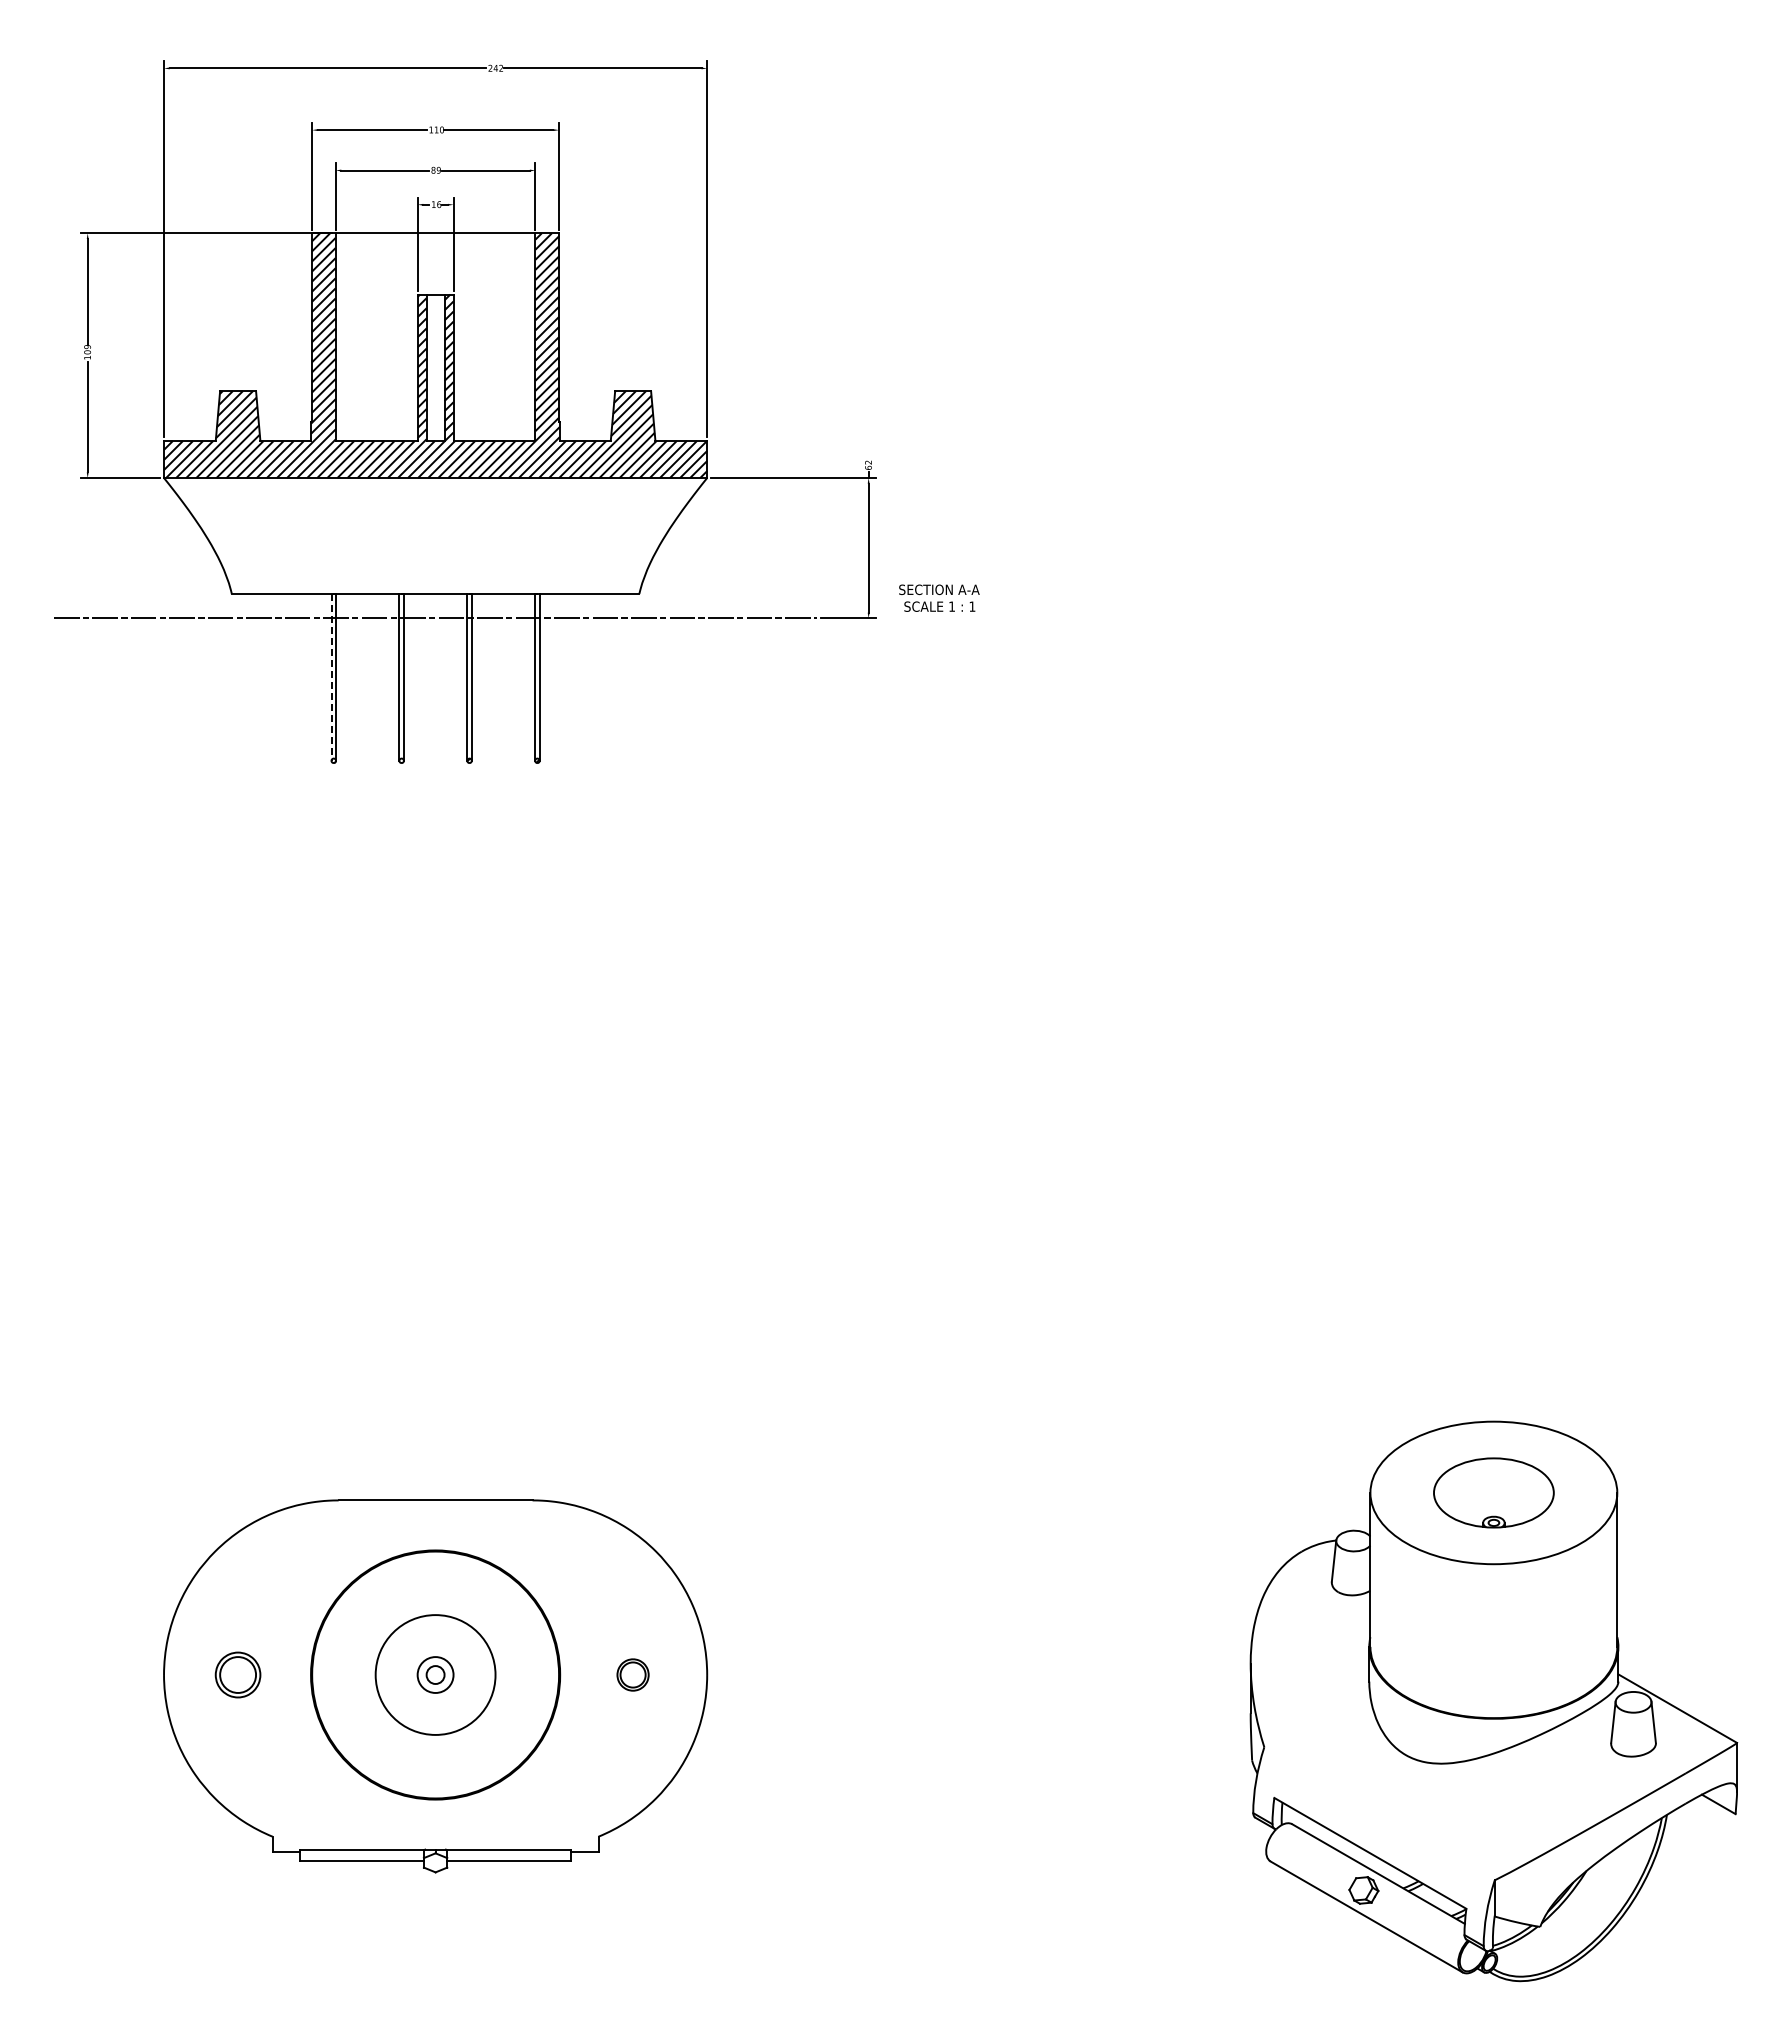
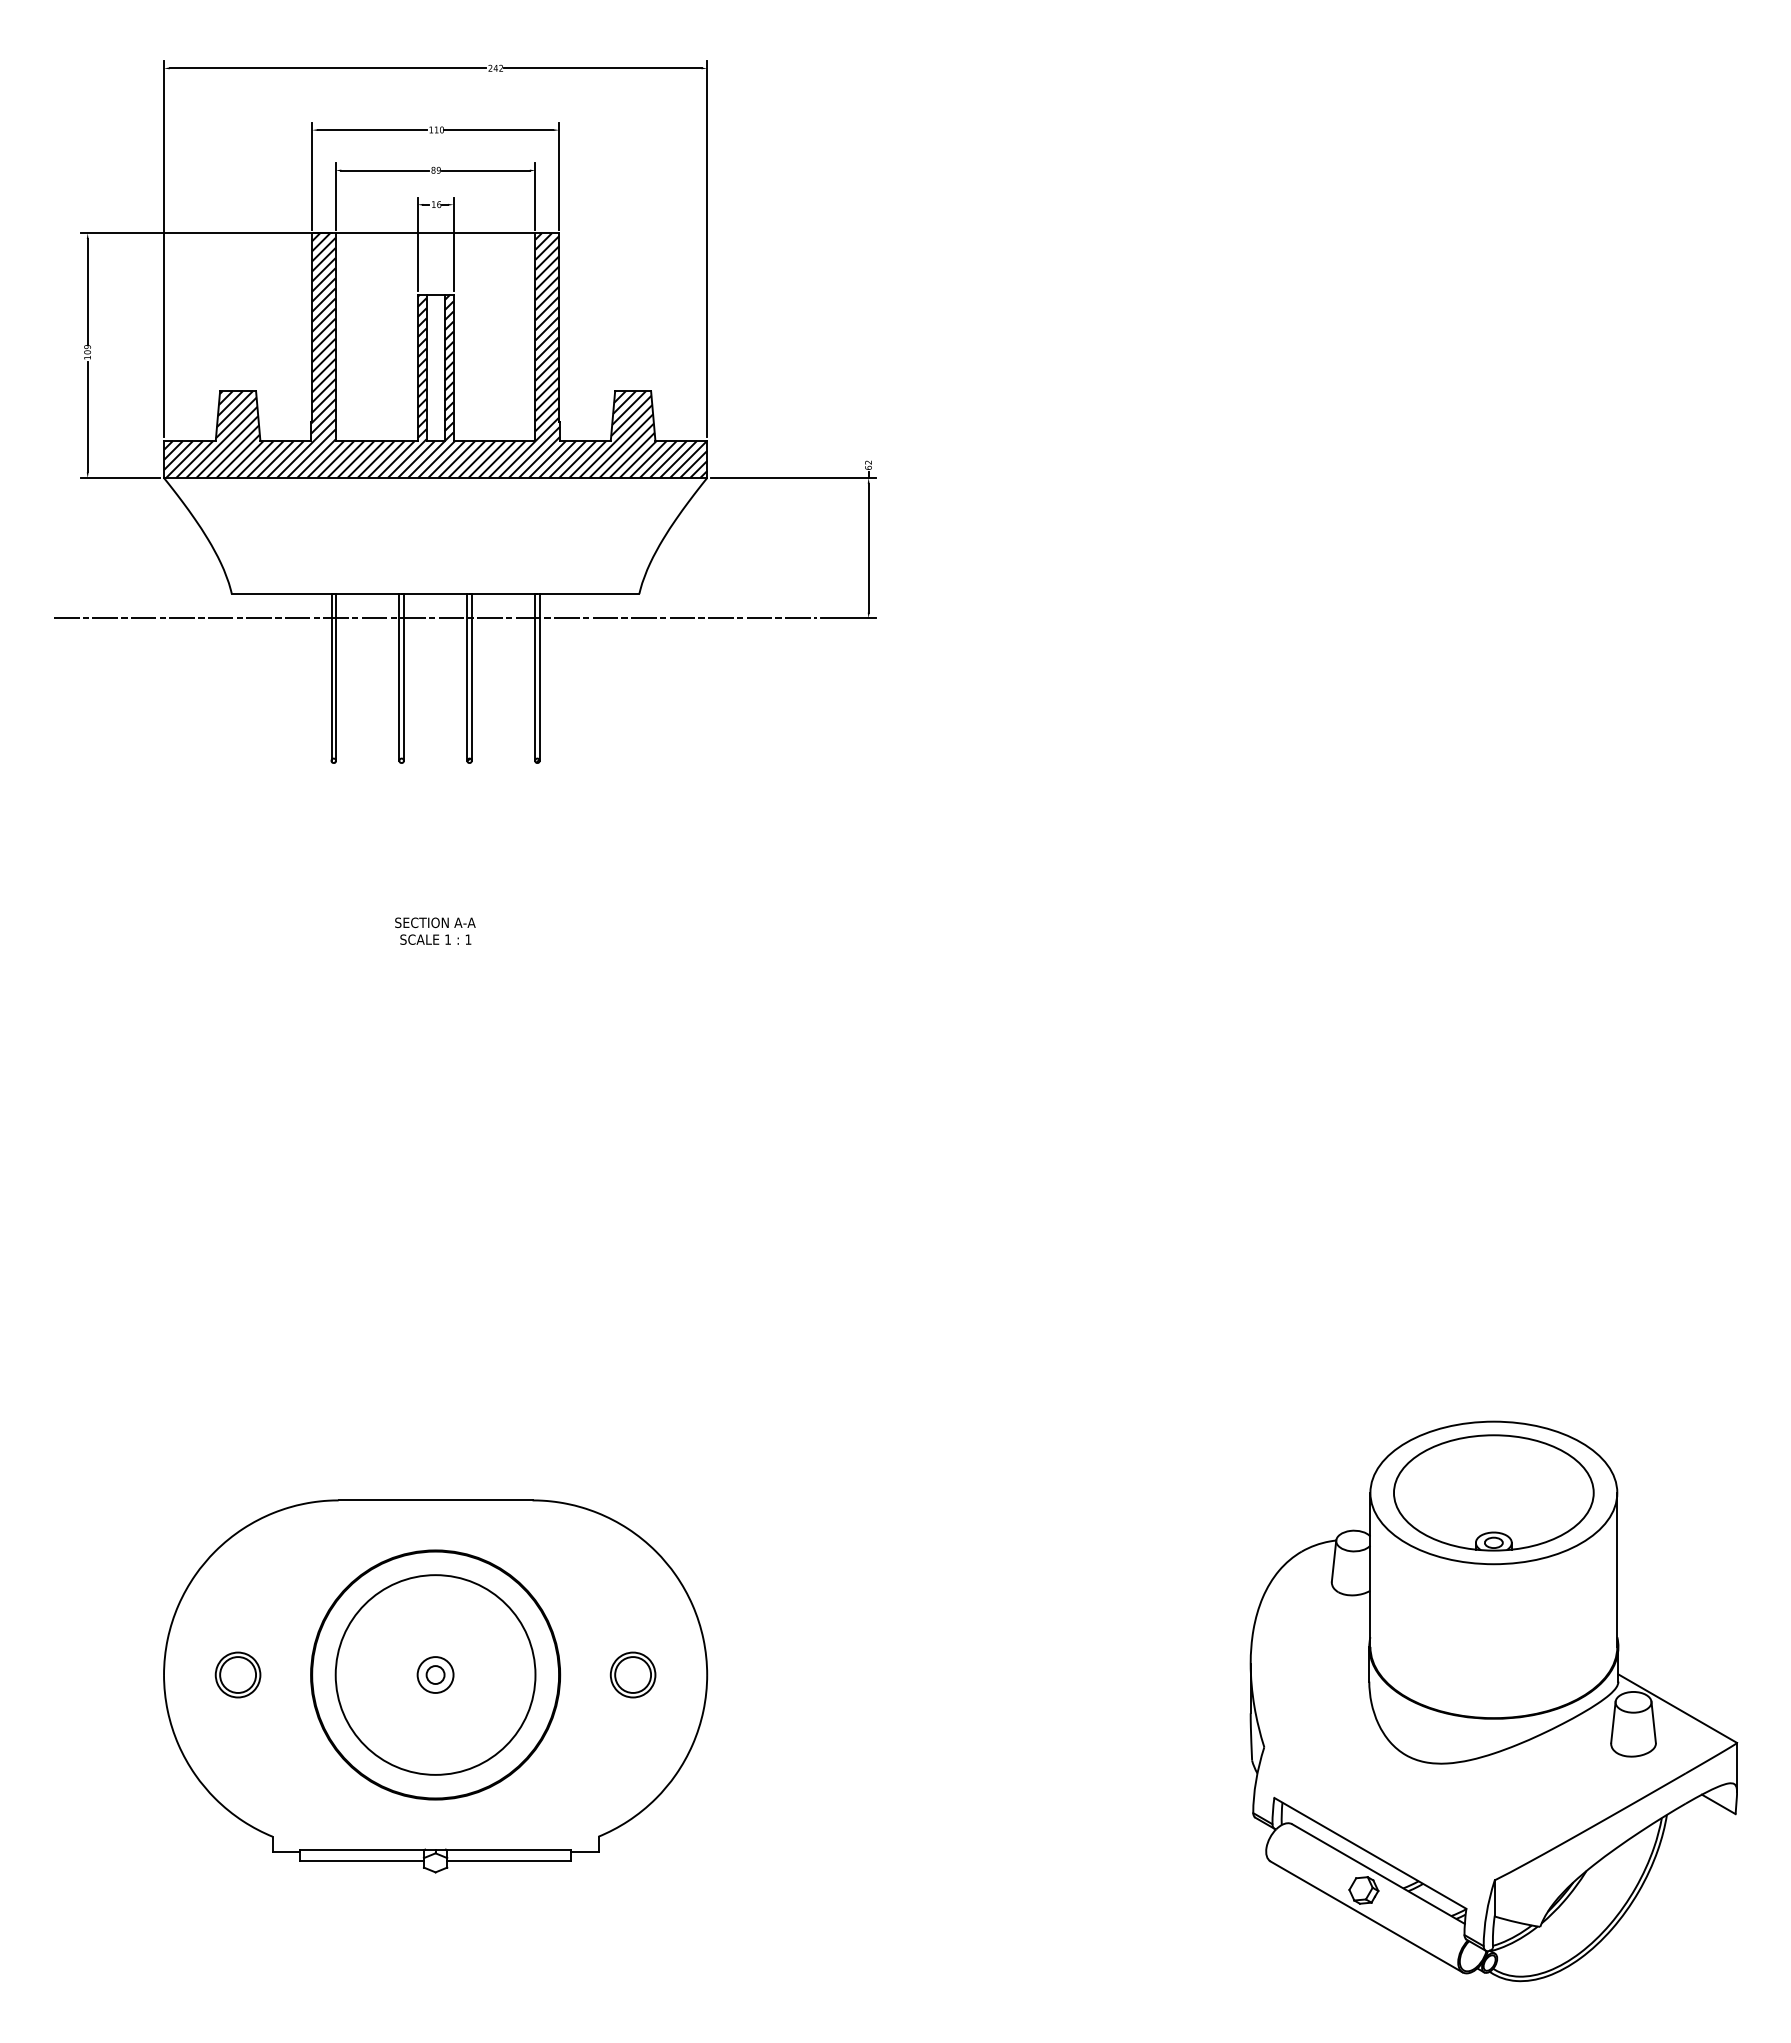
text at (939, 597) position: (939, 597) -> (435, 930)
line at (331, 677): dashed -> solid
part at (1493, 1492) size: 122x72 px -> 202x118 px
circle at (435, 1674) diameter: 120 px -> 200 px
part at (632, 1674) size: 34x34 px -> 48x48 px
